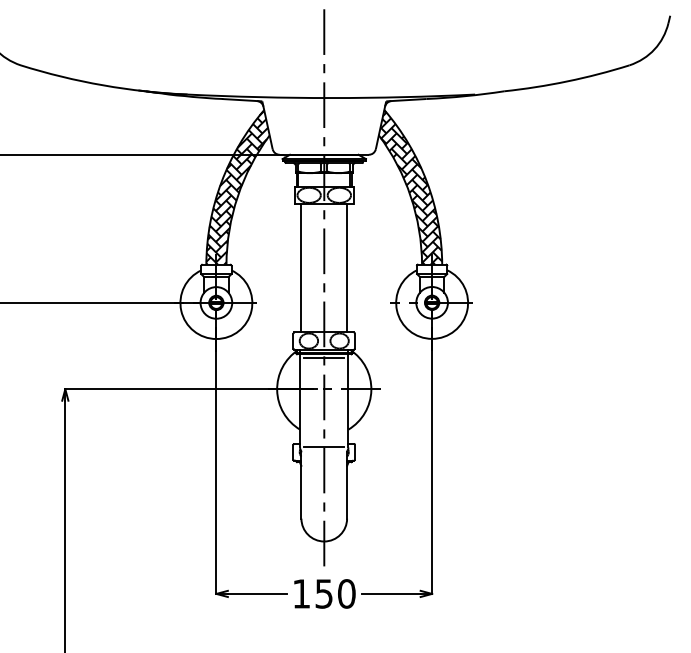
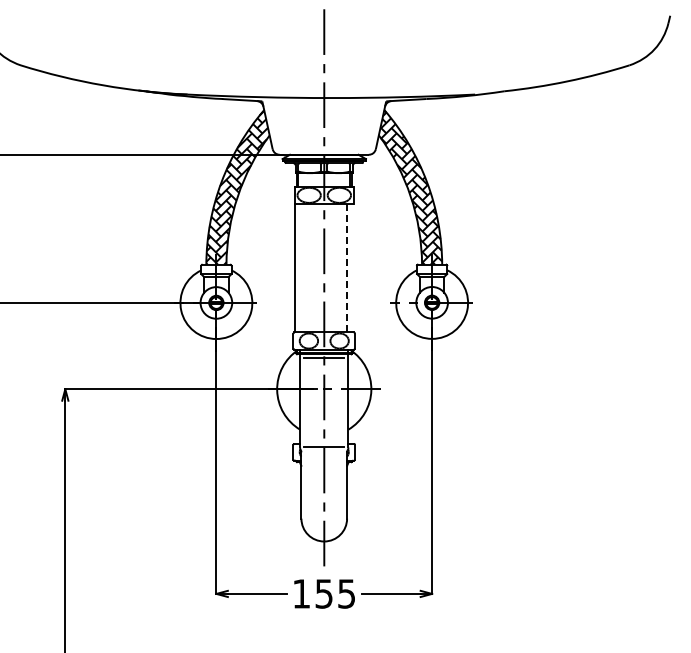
line at (301, 267) position: (301, 267) -> (295, 267)
line at (347, 268): solid -> dashed
text at (346, 593): 150 -> 155
